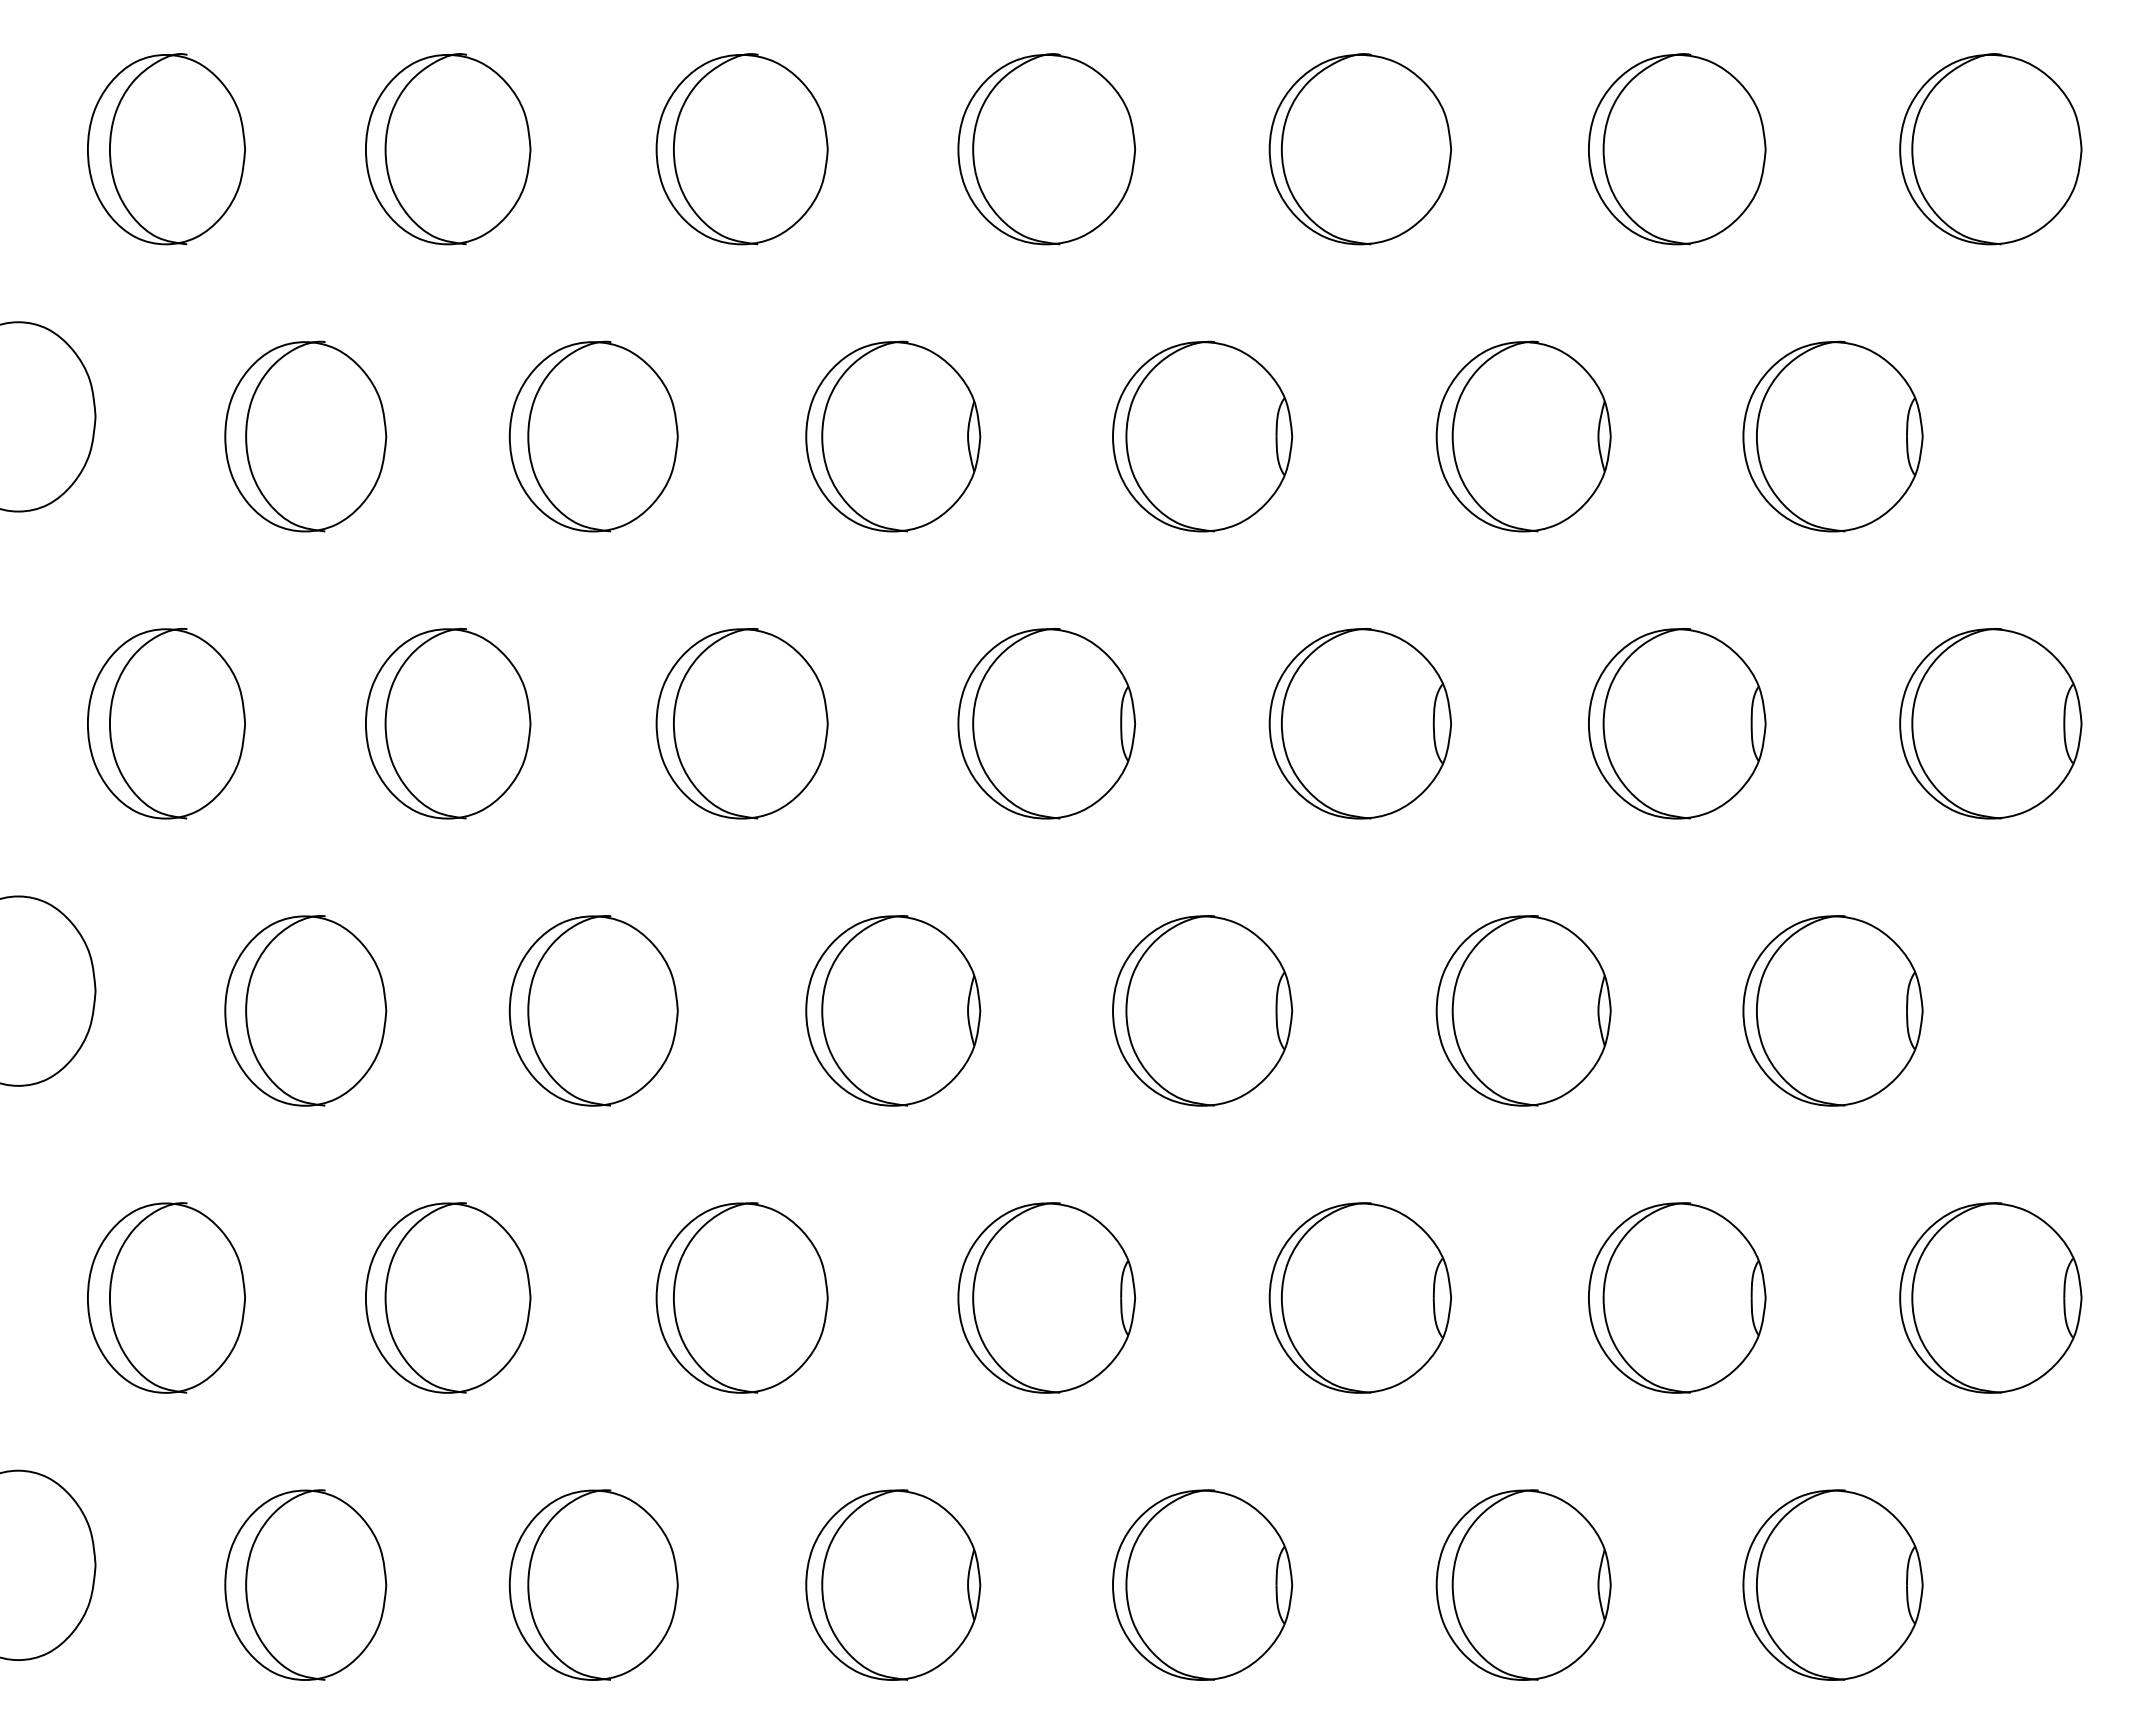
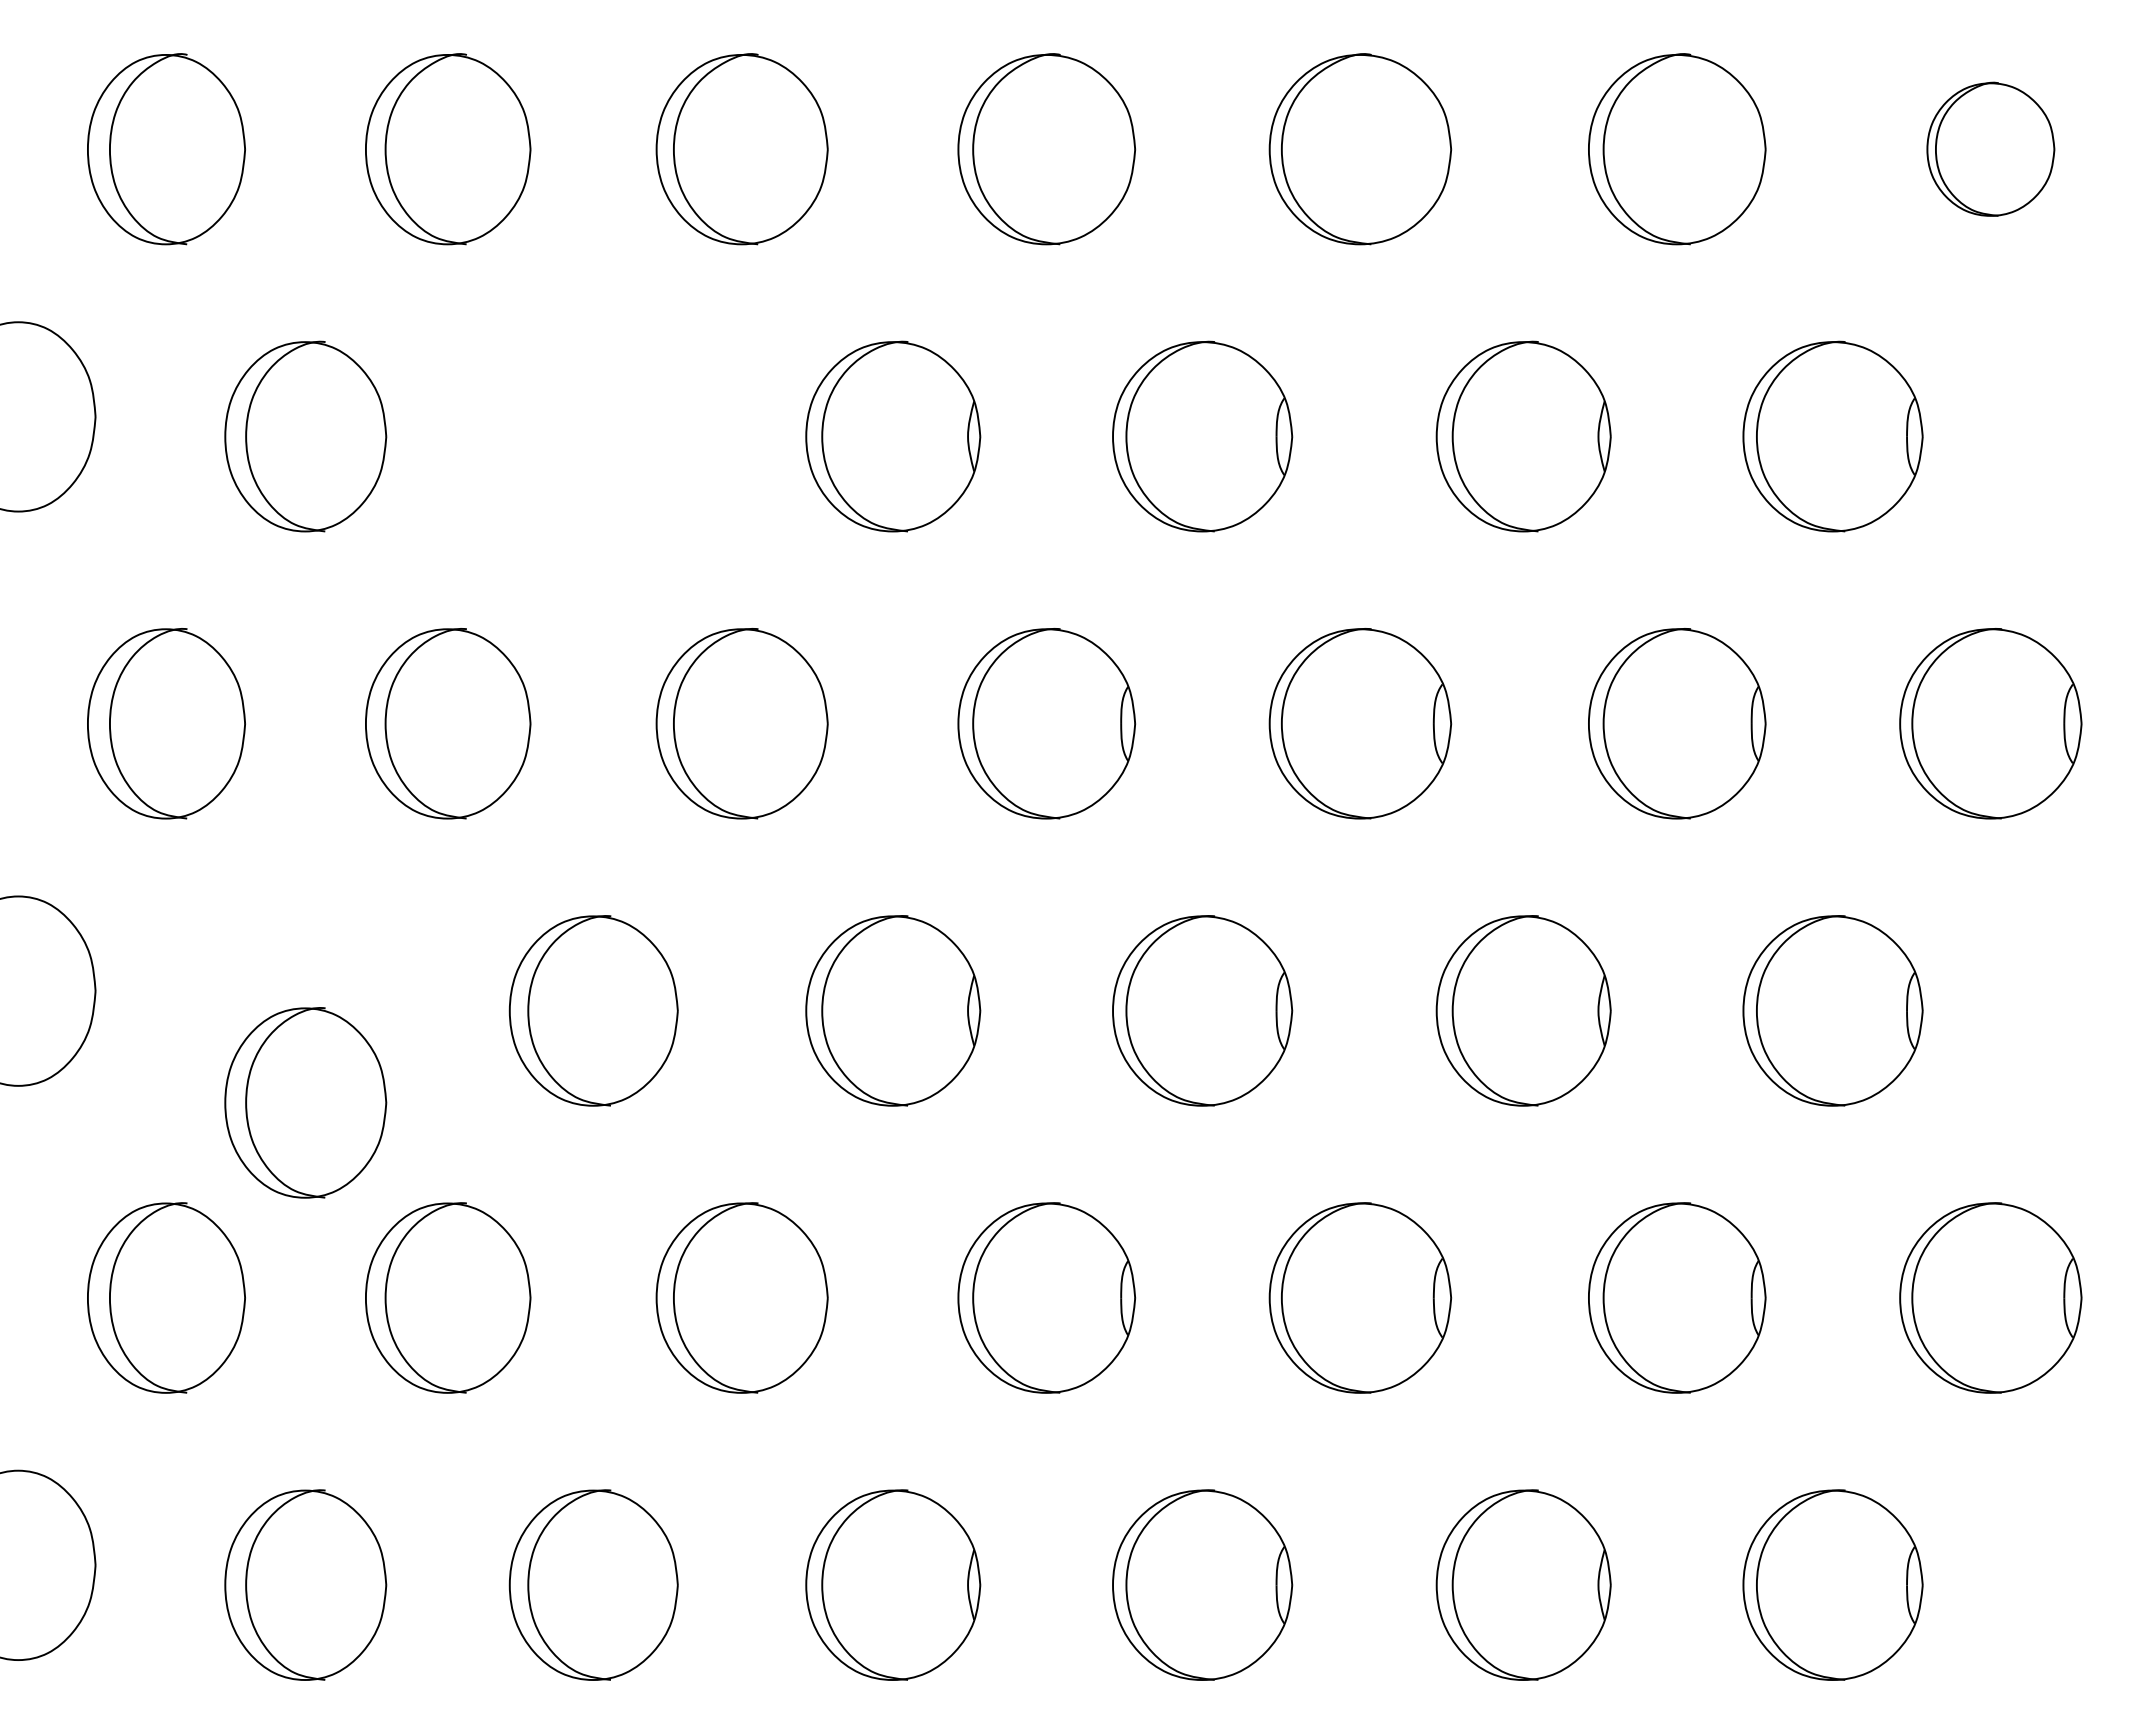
part at (1990, 149) size: 184x193 px -> 130x136 px
part at (593, 436): present -> none
part at (305, 1010) position: (305, 1010) -> (305, 1102)
